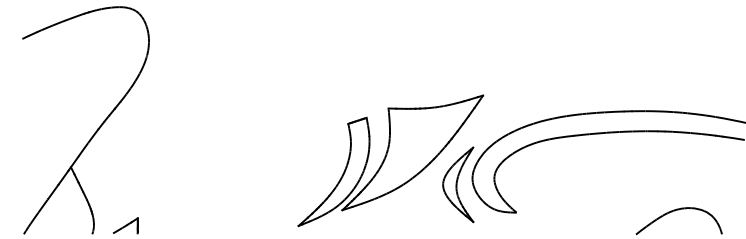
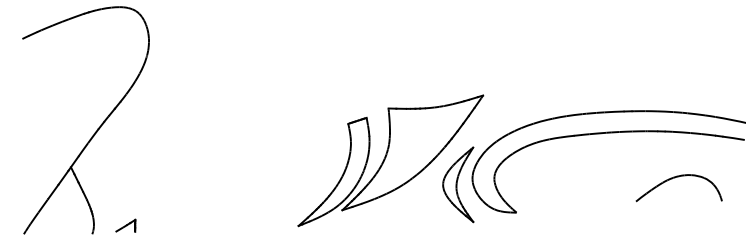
part at (675, 211) position: (675, 211) -> (675, 178)
part at (125, 225) size: 27x18 px -> 22x15 px
